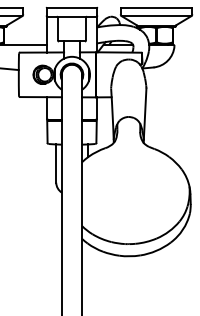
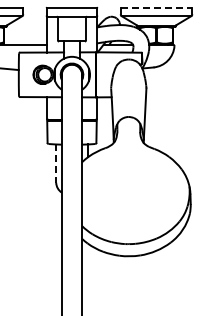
line at (156, 7): solid -> dashed
line at (56, 164): solid -> dashed
